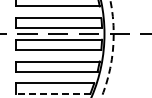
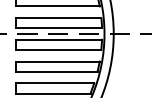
circle at (107, 48): dashed -> solid
line at (52, 93): dashed -> solid
